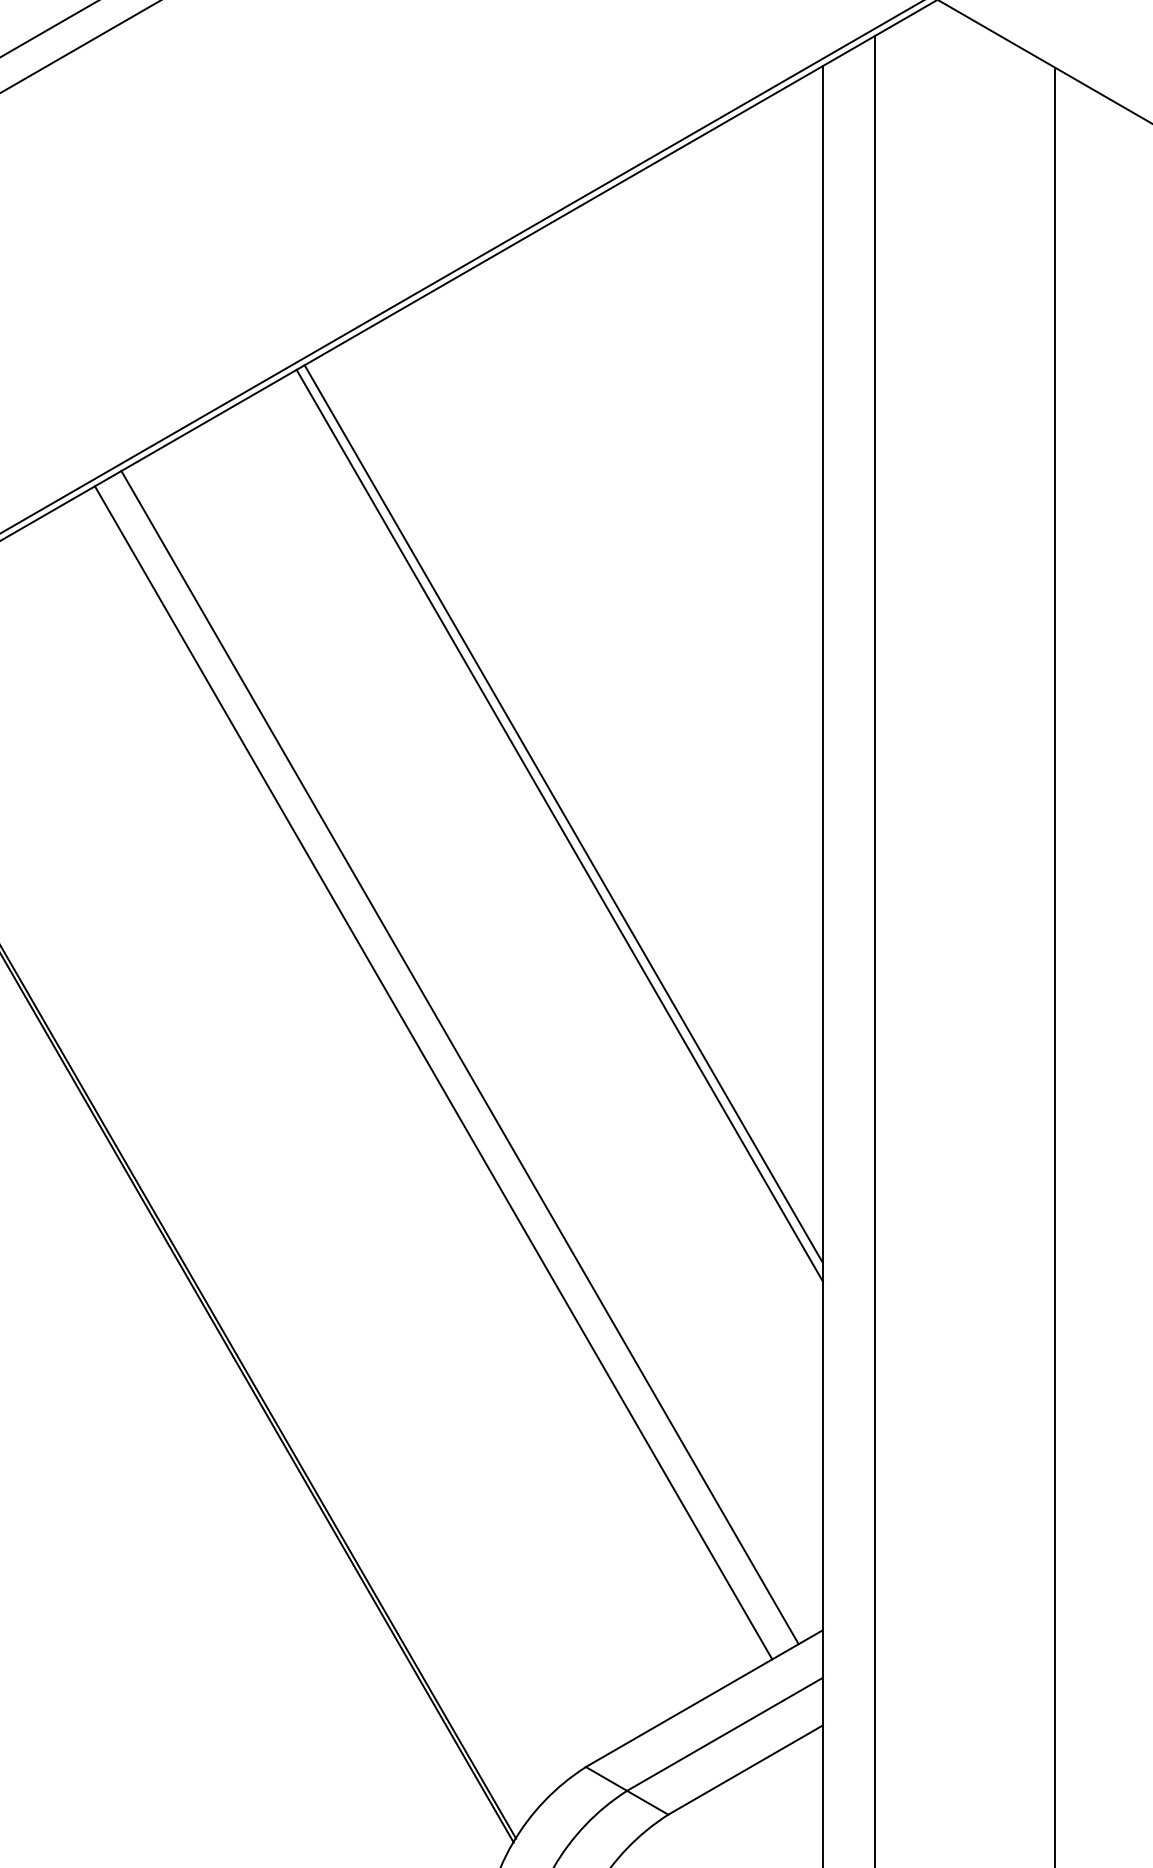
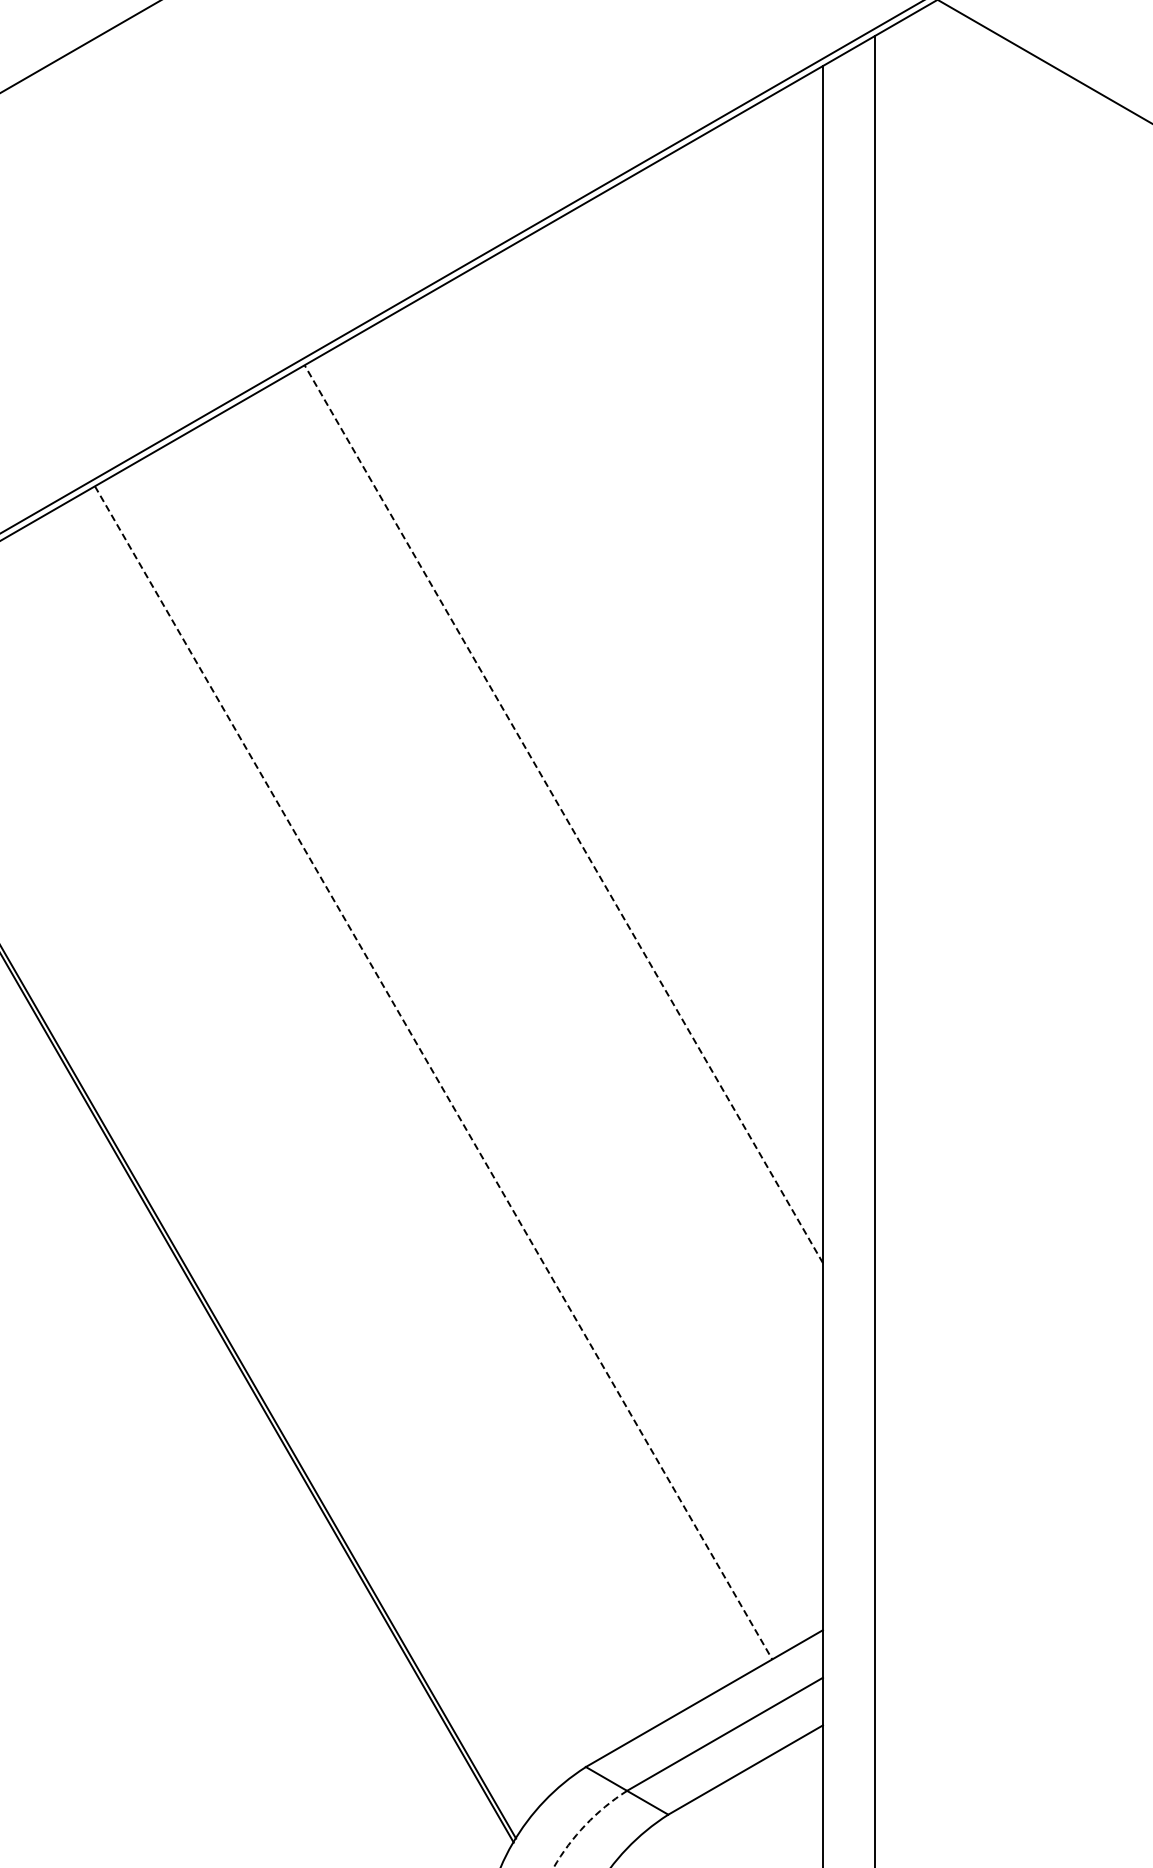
line at (49, 29): present -> none
line at (563, 813): solid -> dashed
line at (559, 825): present -> none
line at (1054, 965): present -> none
line at (459, 1057): present -> none
line at (433, 1073): solid -> dashed
arc at (585, 1825): solid -> dashed
